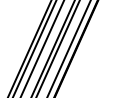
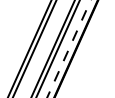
line at (42, 48): present -> none
line at (69, 49): solid -> dashed
